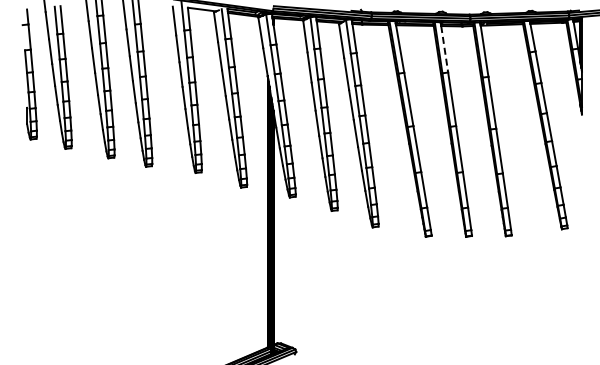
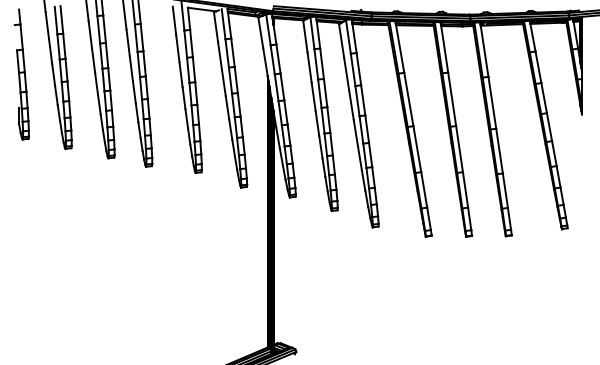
line at (444, 49): dashed -> solid
part at (29, 74) position: (29, 74) -> (21, 74)
